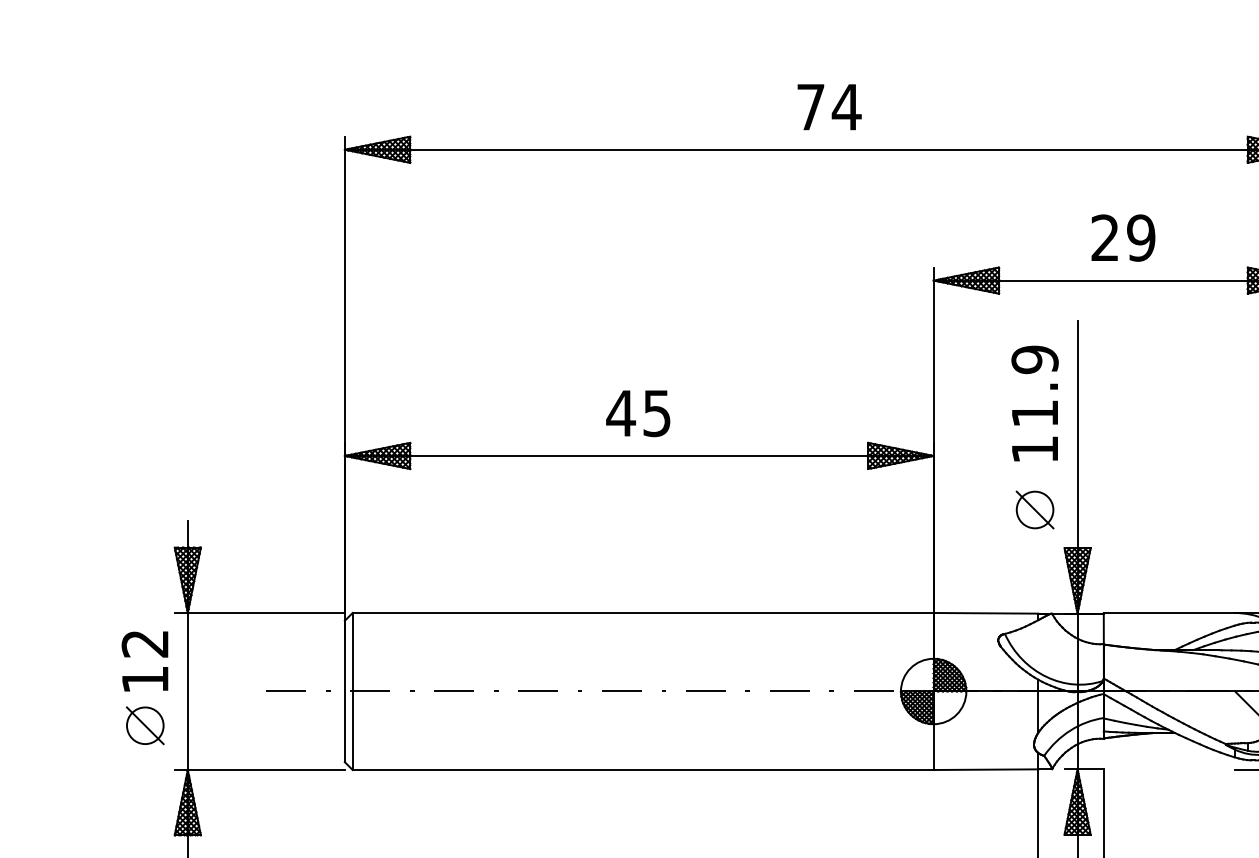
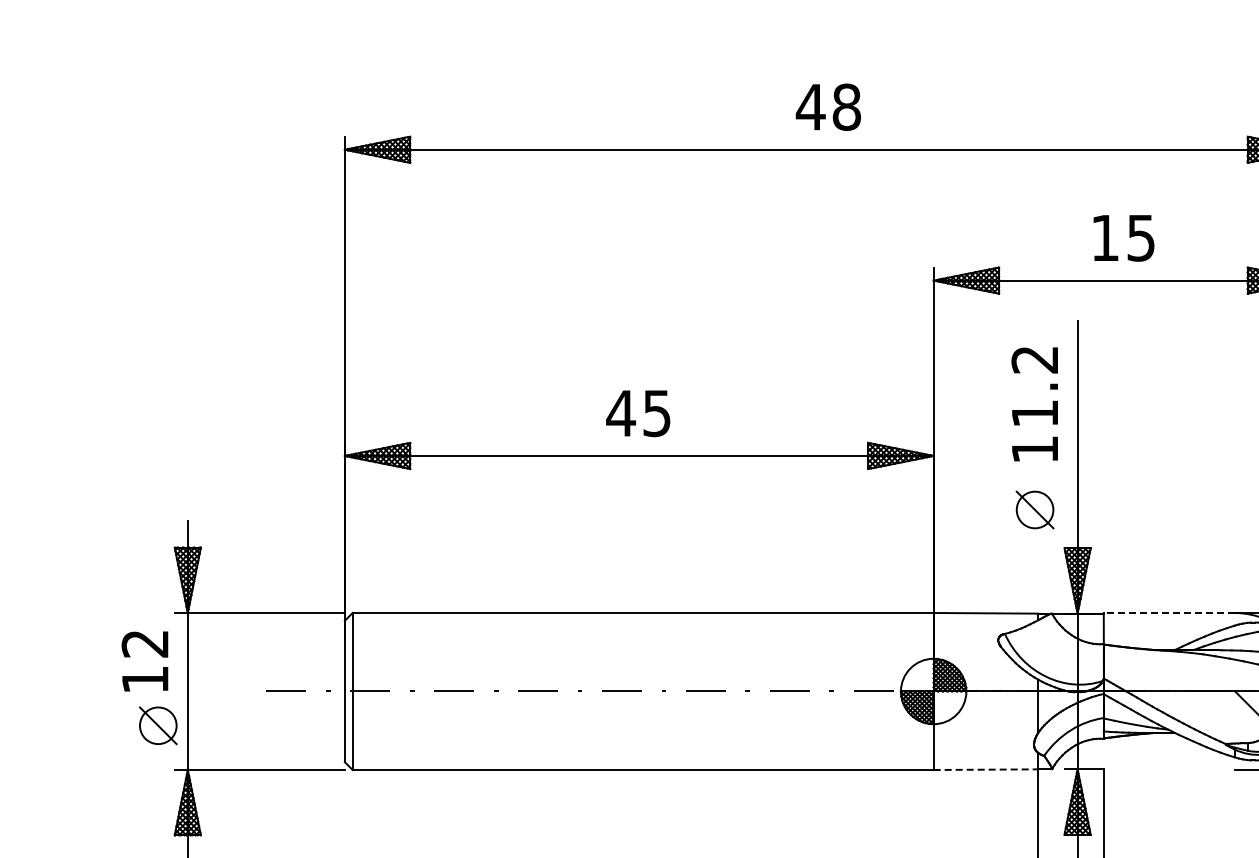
text at (828, 106): 74 -> 48
text at (1123, 237): 29 -> 15
text at (1034, 359): 11.9 -> 11.2
line at (1168, 612): solid -> dashed
part at (144, 725) position: (144, 725) -> (157, 725)
line at (986, 769): solid -> dashed
